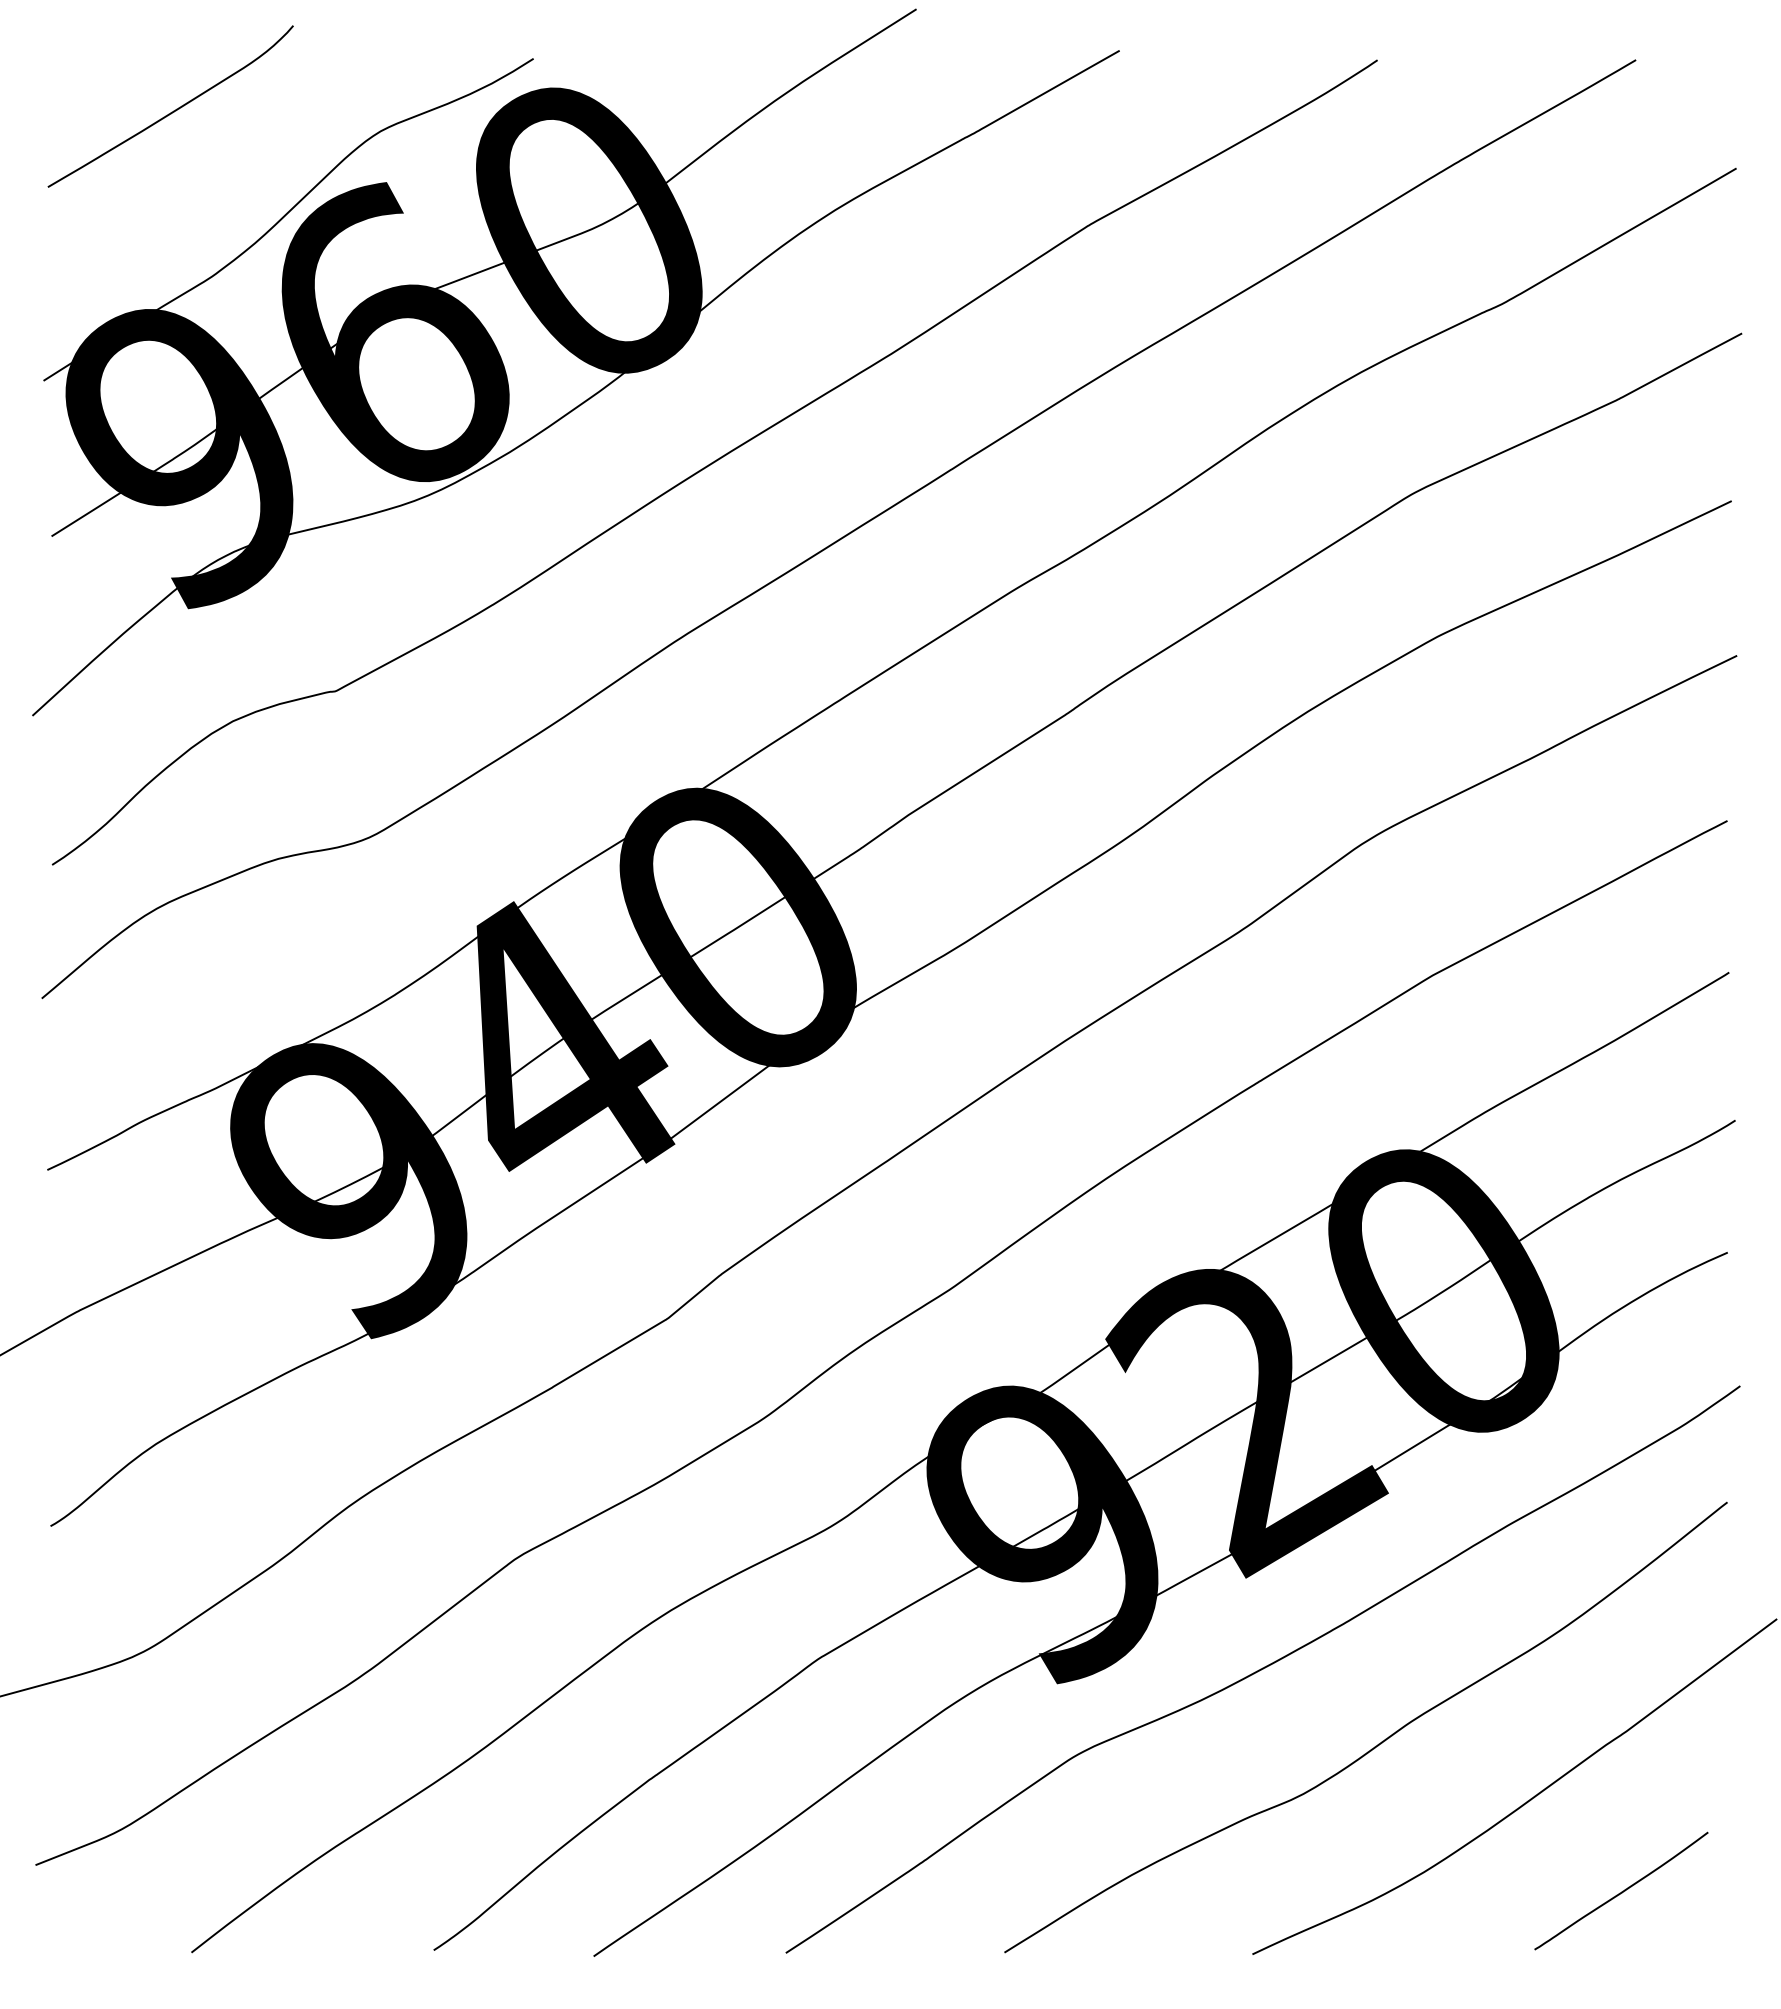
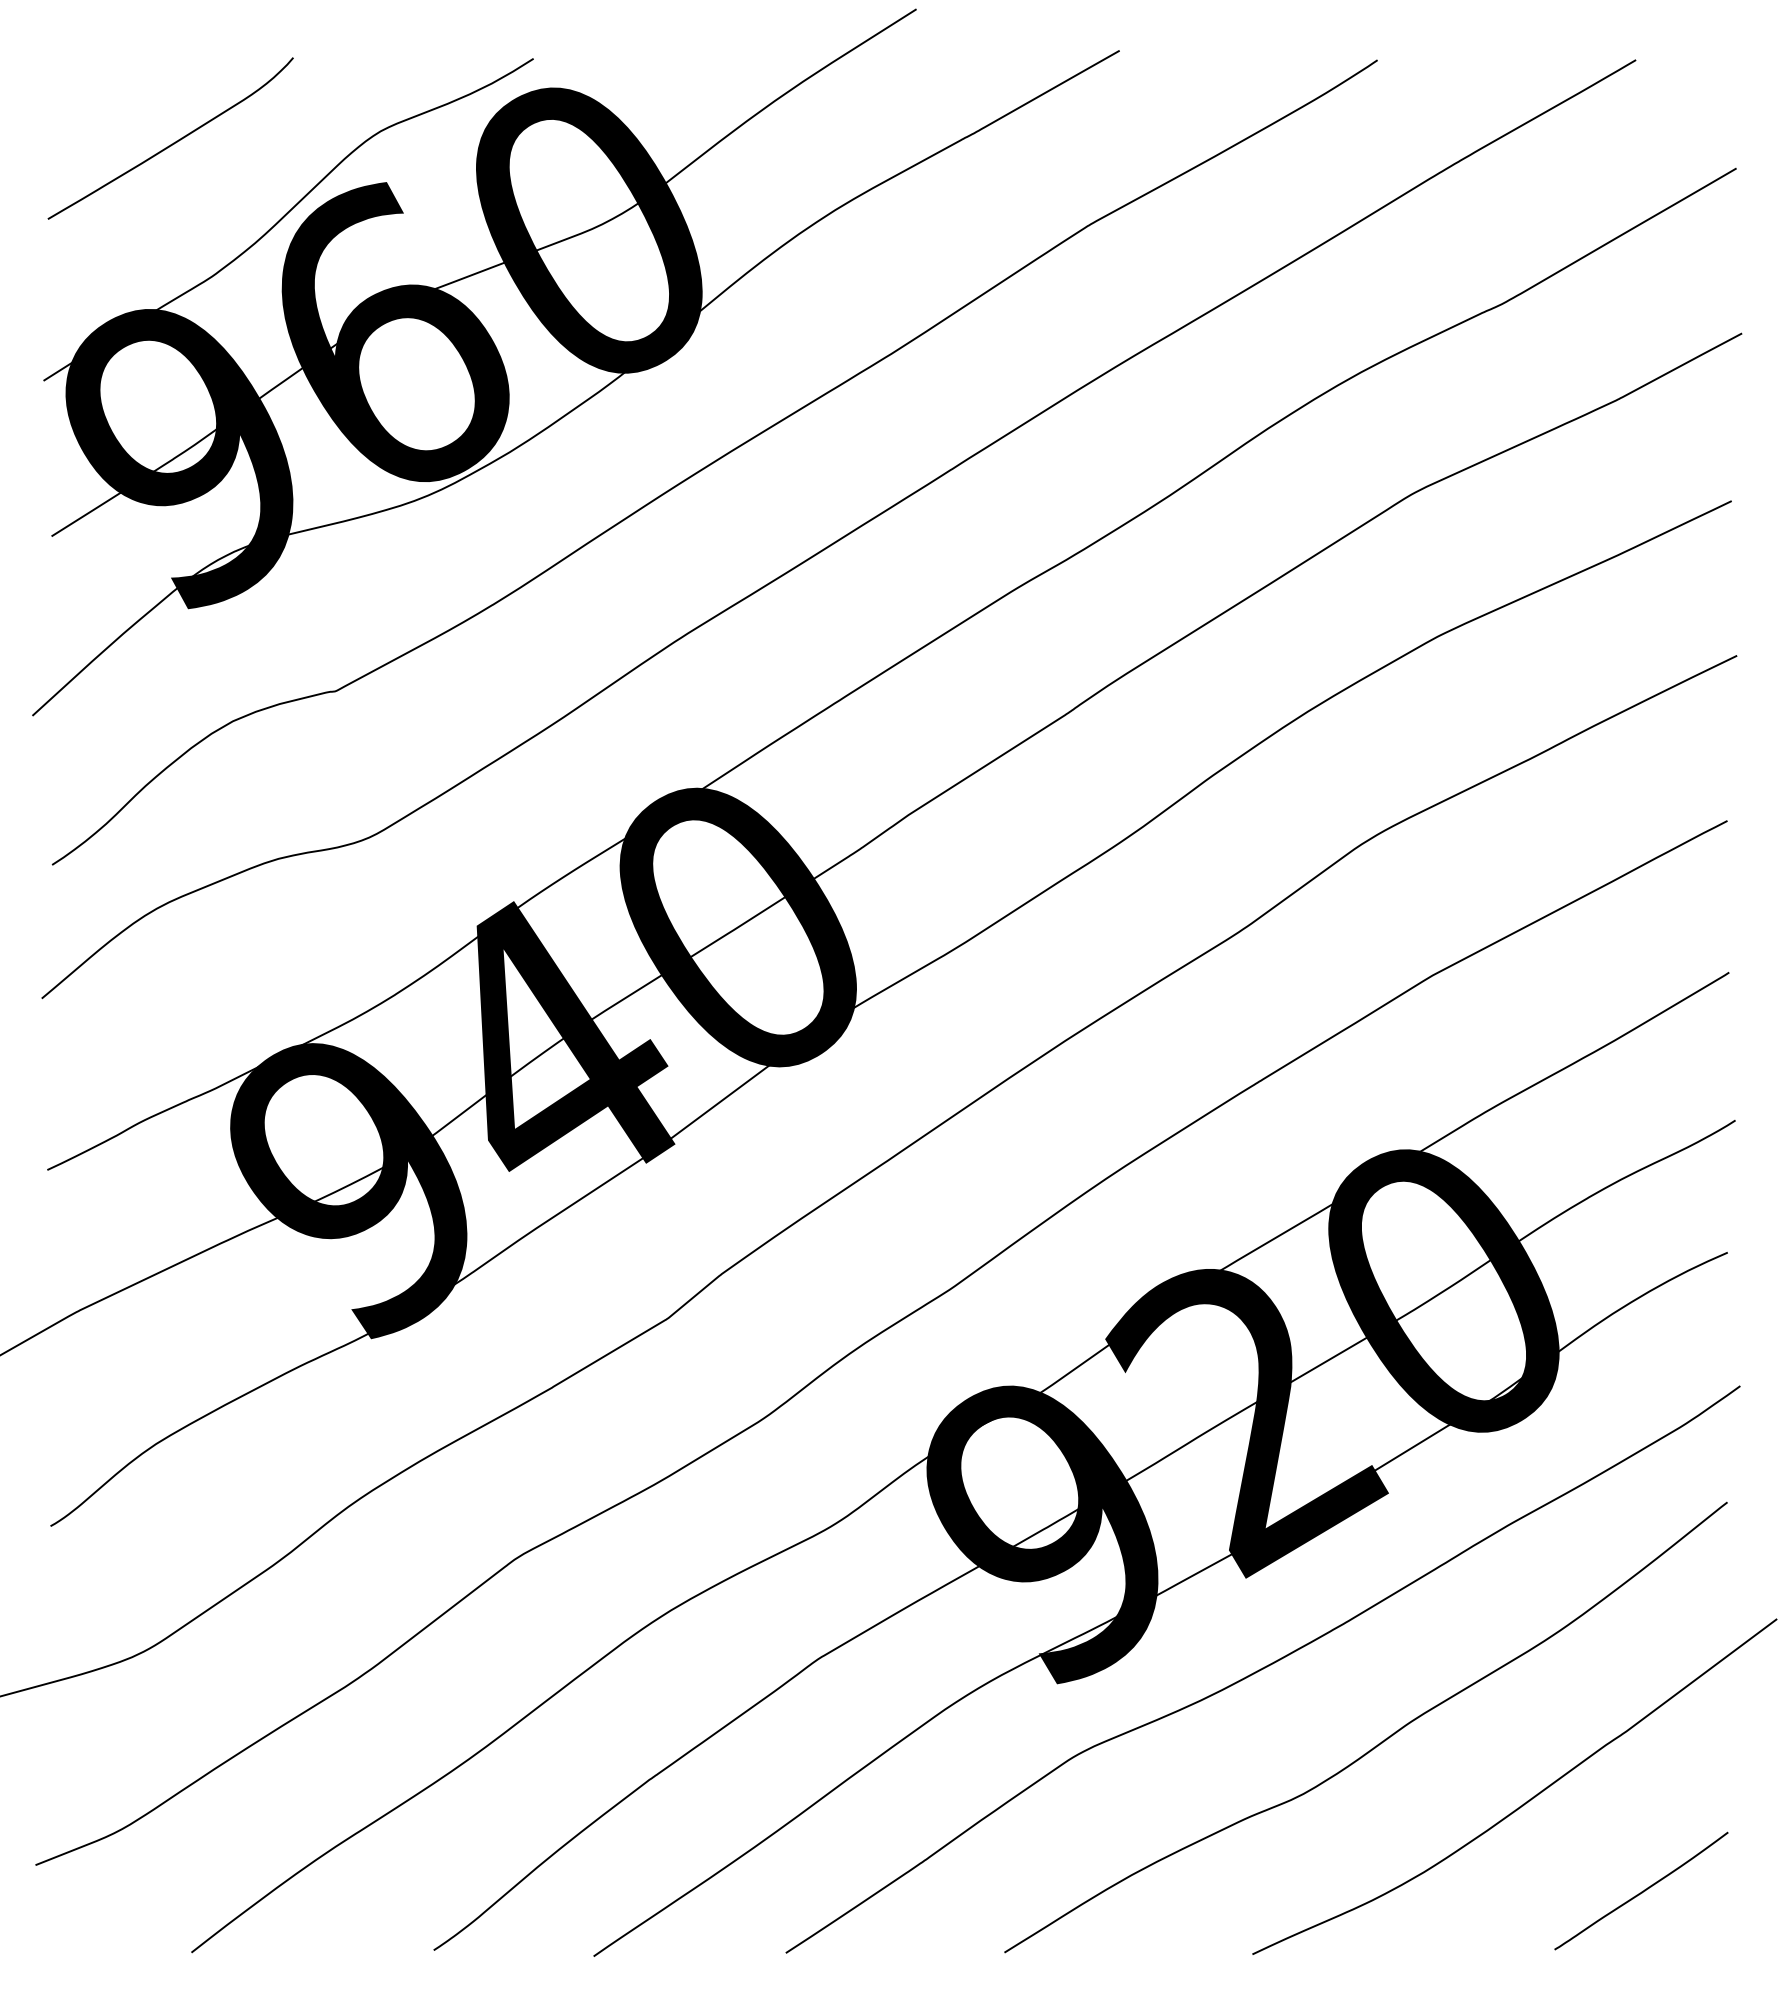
curve at (173, 110) position: (173, 110) -> (173, 142)
curve at (1621, 1891) position: (1621, 1891) -> (1641, 1891)
